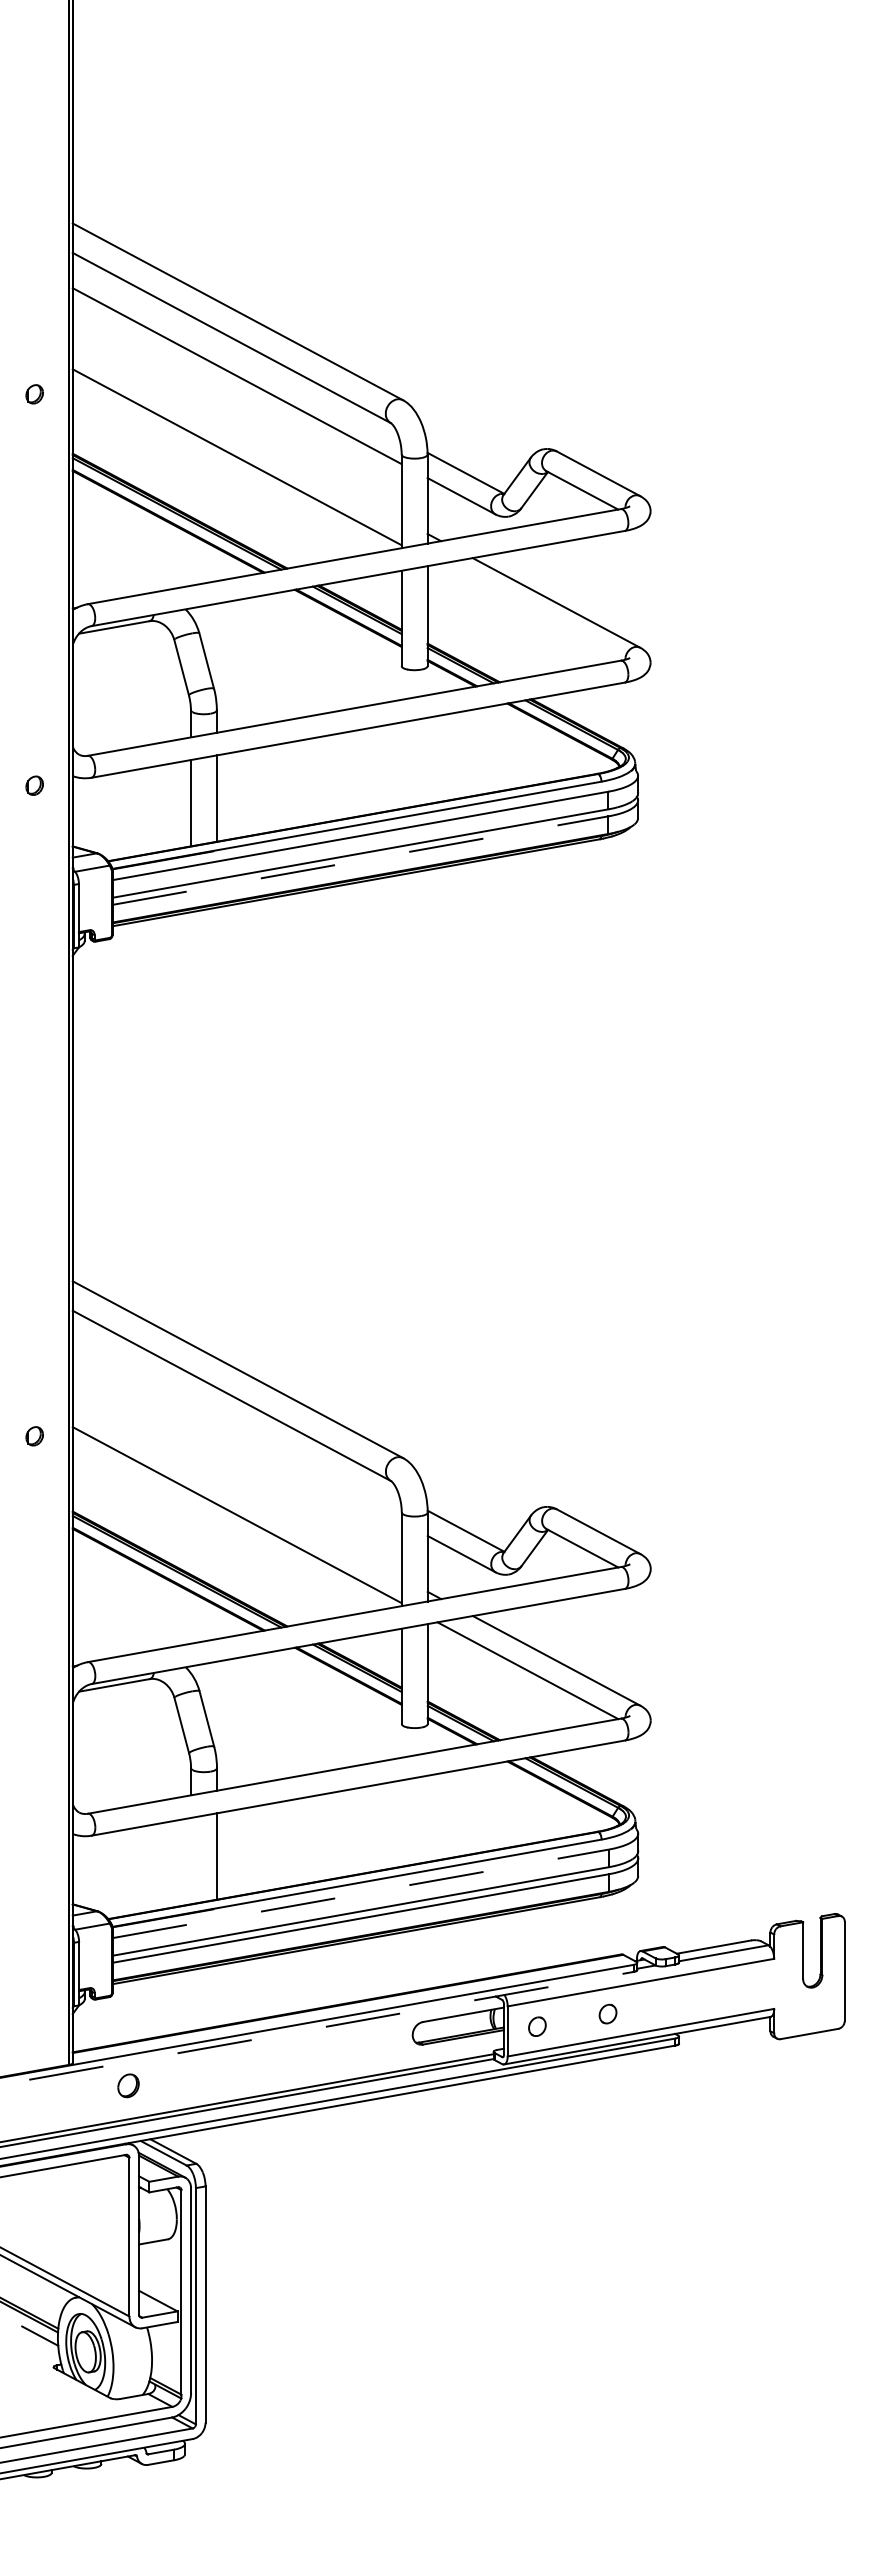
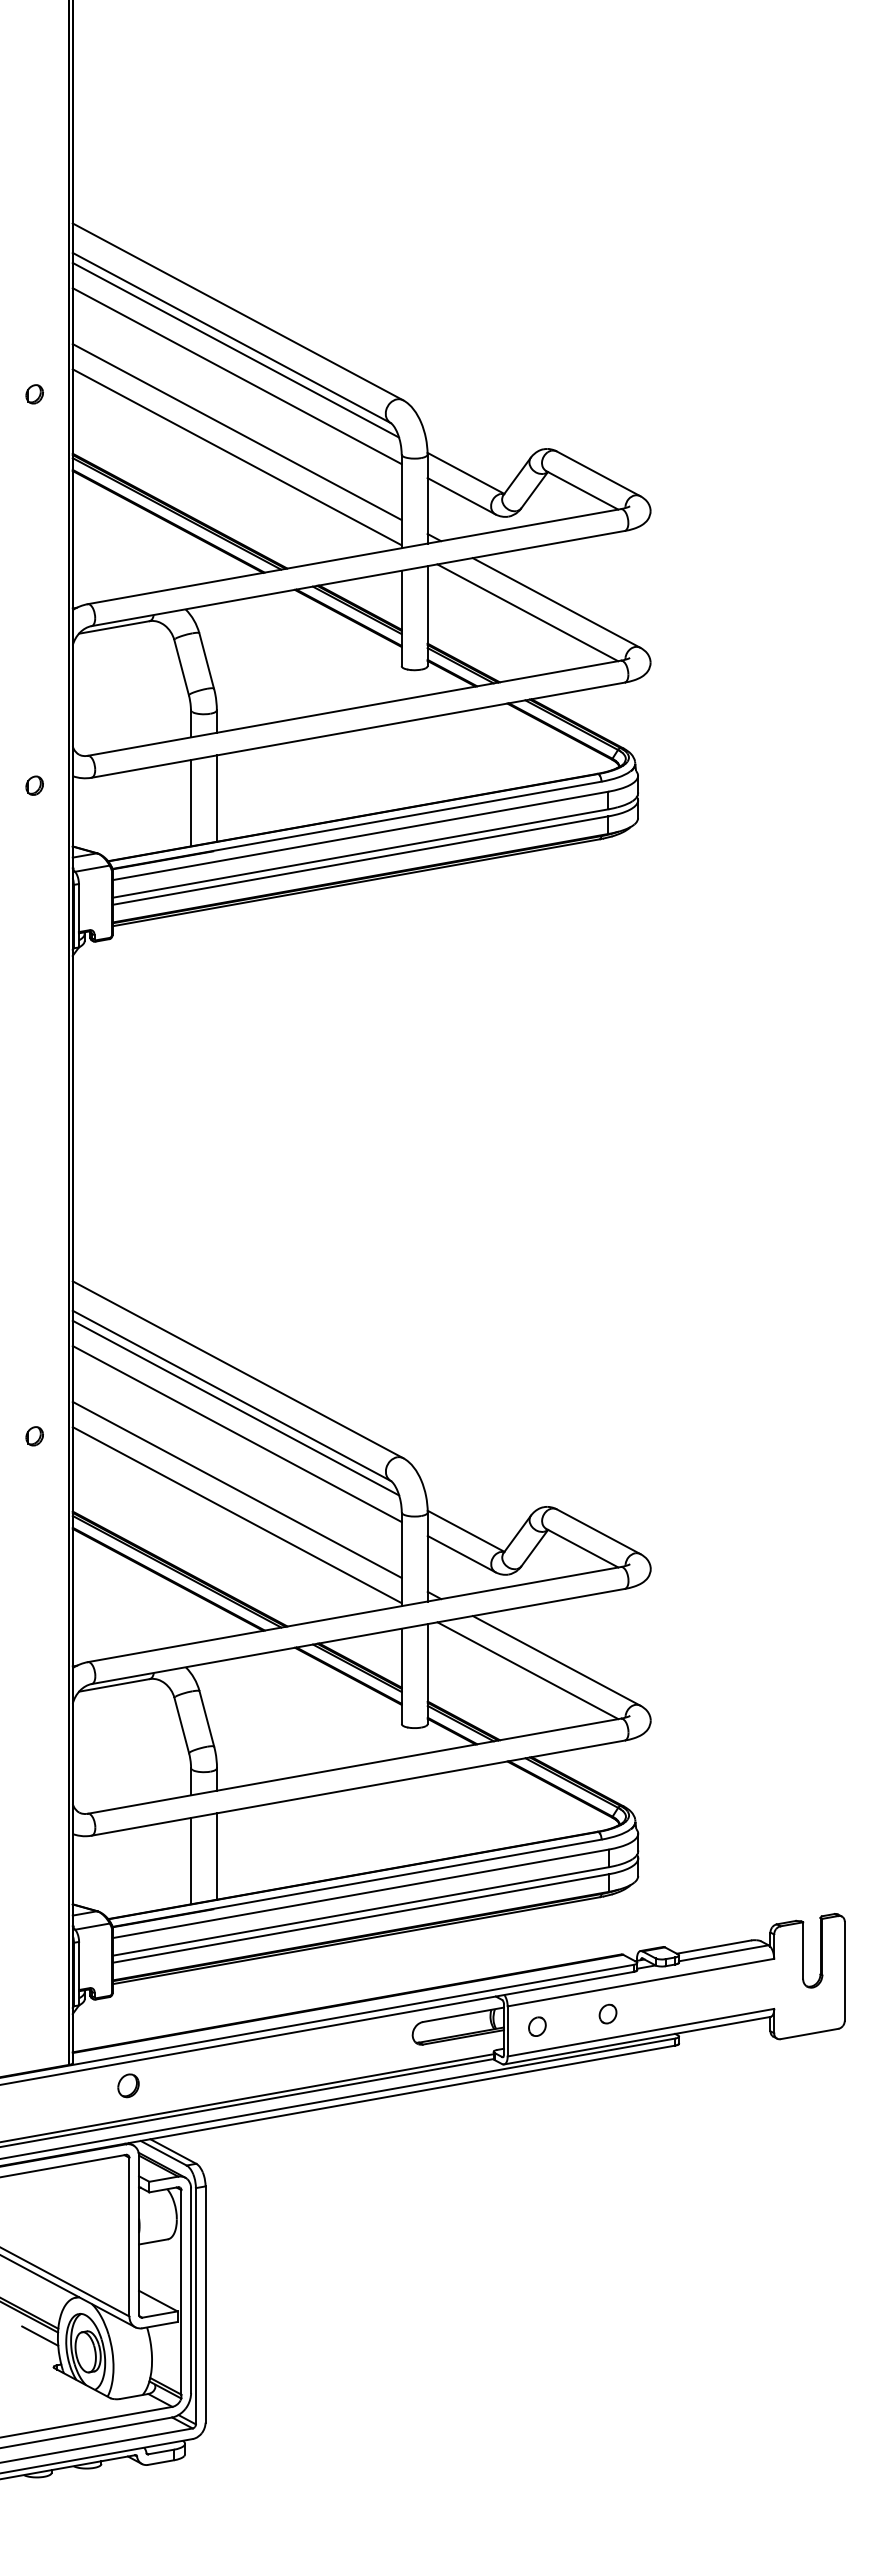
line at (235, 349): none -> present
line at (236, 432): none -> present
line at (527, 612): none -> present
line at (360, 860): dashed -> solid
line at (235, 1407): none -> present
line at (236, 1434): none -> present
line at (236, 1489): none -> present
line at (191, 1860): none -> present
line at (360, 1893): dashed -> solid
line at (317, 2028): dashed -> solid
